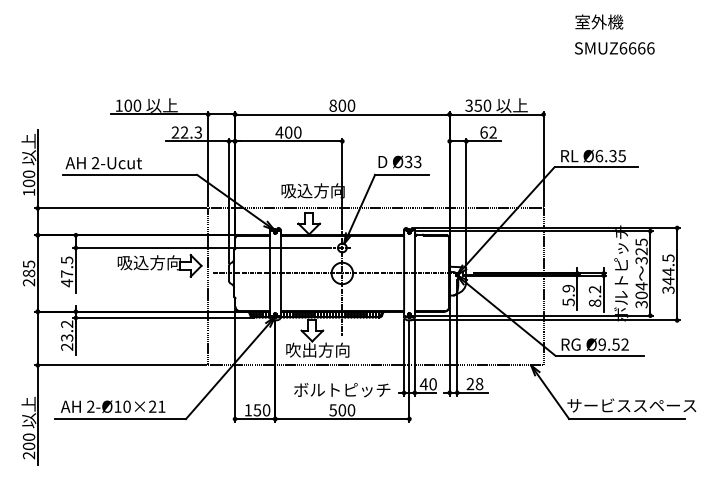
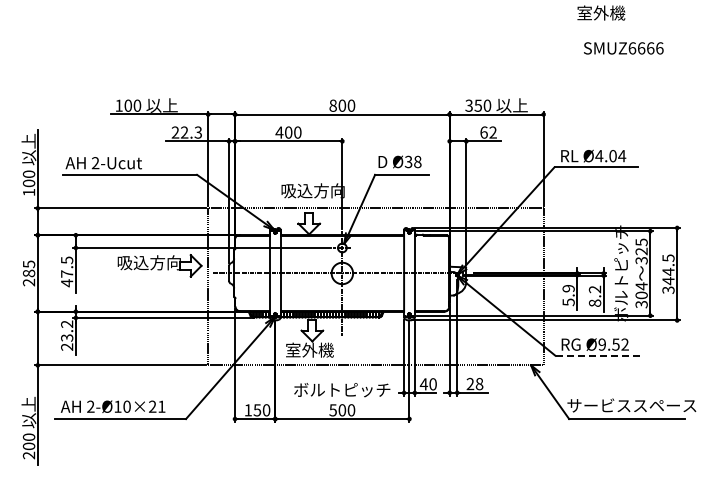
text at (599, 21) position: (599, 21) -> (601, 12)
text at (614, 48) position: (614, 48) -> (623, 48)
text at (610, 156): Ø6.35 -> Ø4.04
text at (417, 162): Ø33 -> Ø38
text at (317, 349): 吹出方向 -> 室外機
line at (600, 355): solid -> dashed
